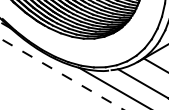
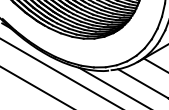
line at (61, 74): dashed -> solid
line at (35, 87): none -> present
